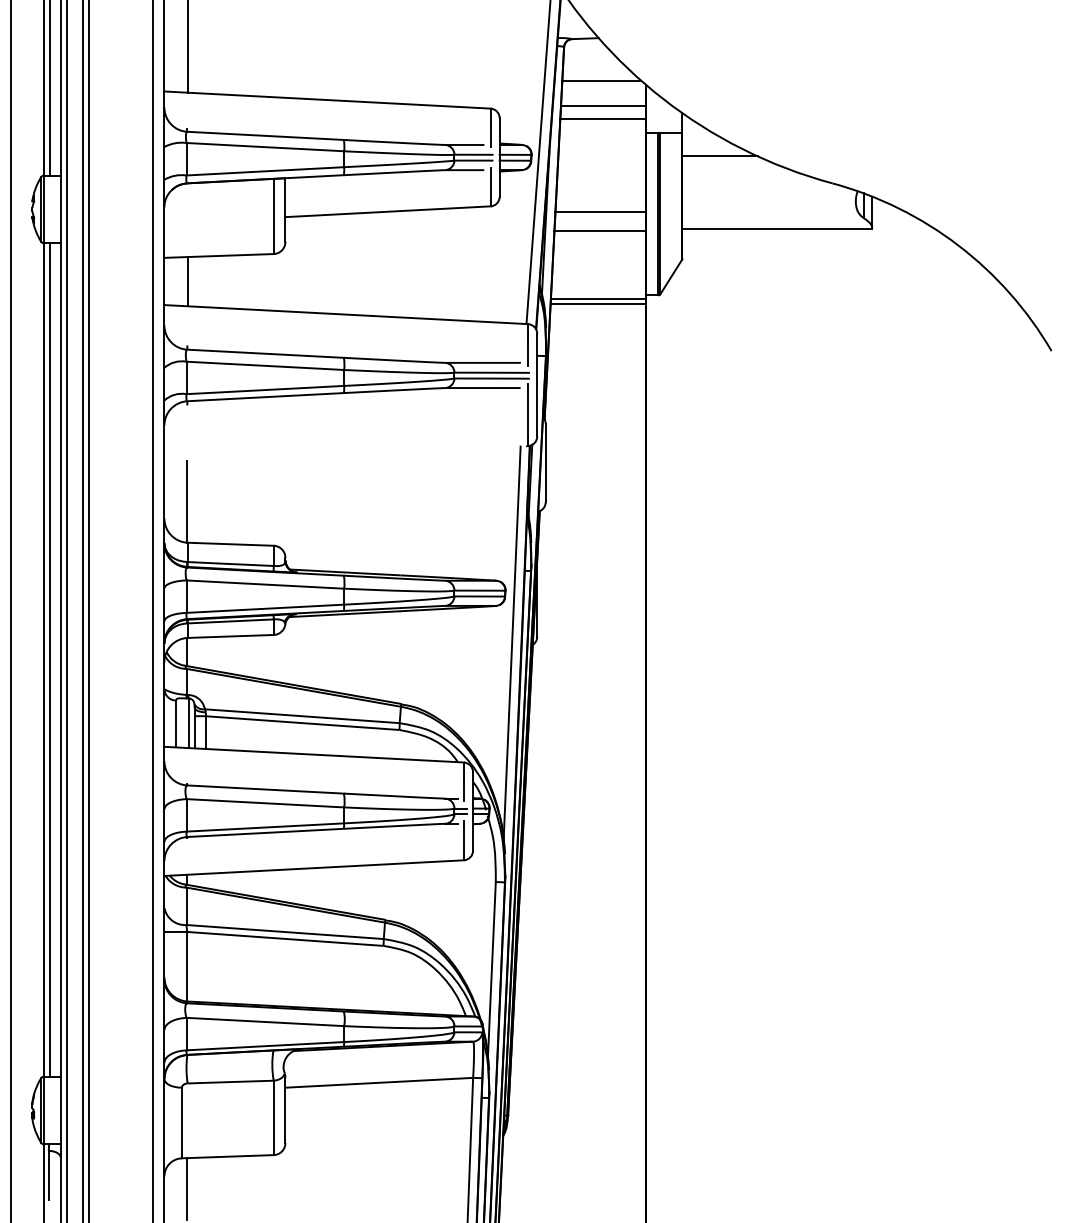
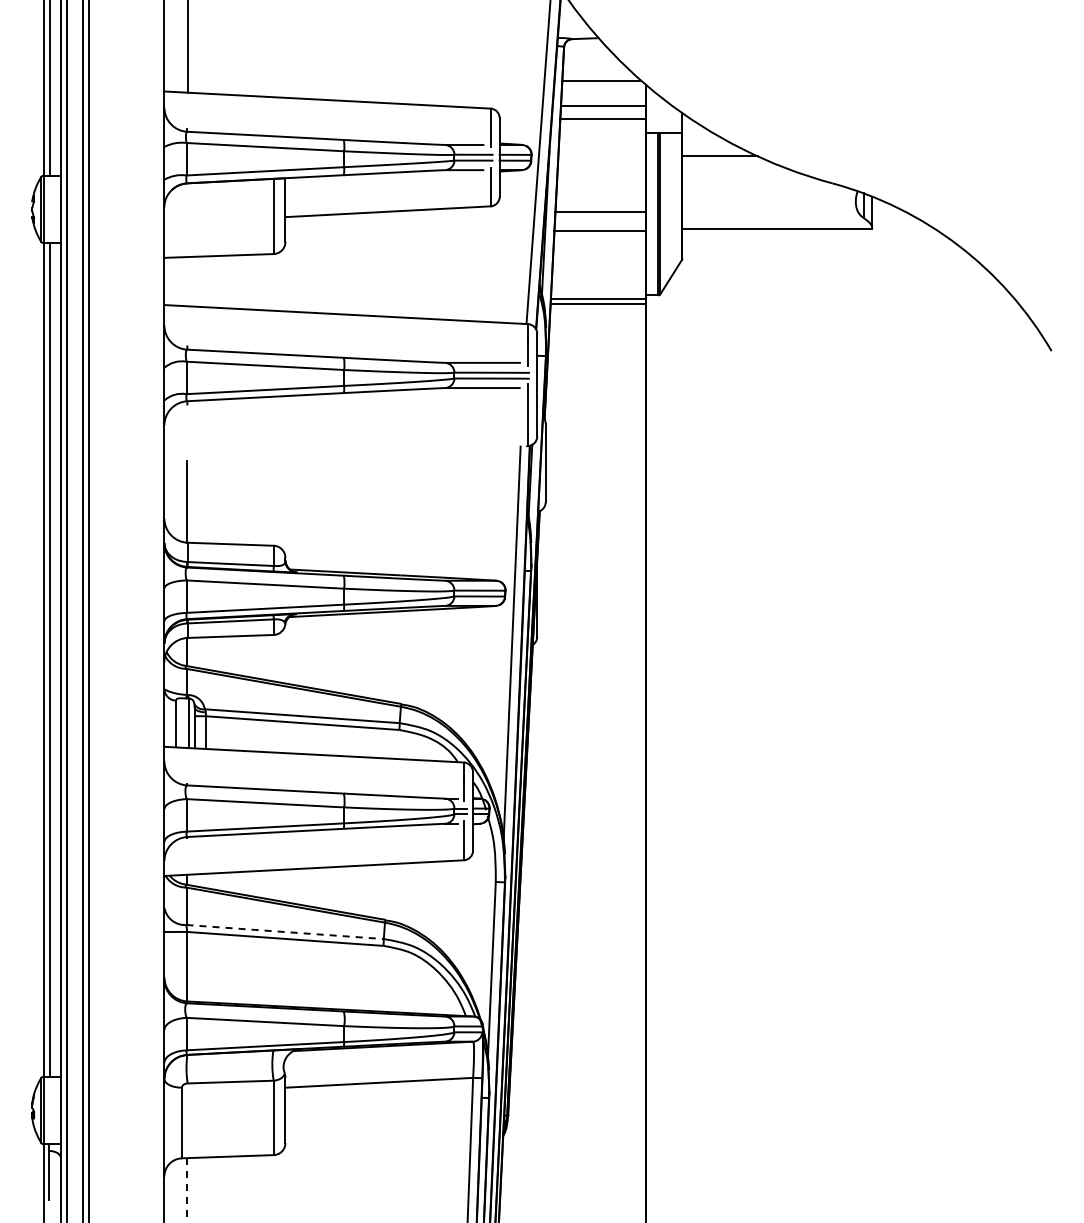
line at (187, 281): present -> none
line at (11, 610): present -> none
line at (152, 610): present -> none
line at (284, 932): solid -> dashed
line at (187, 1189): solid -> dashed
